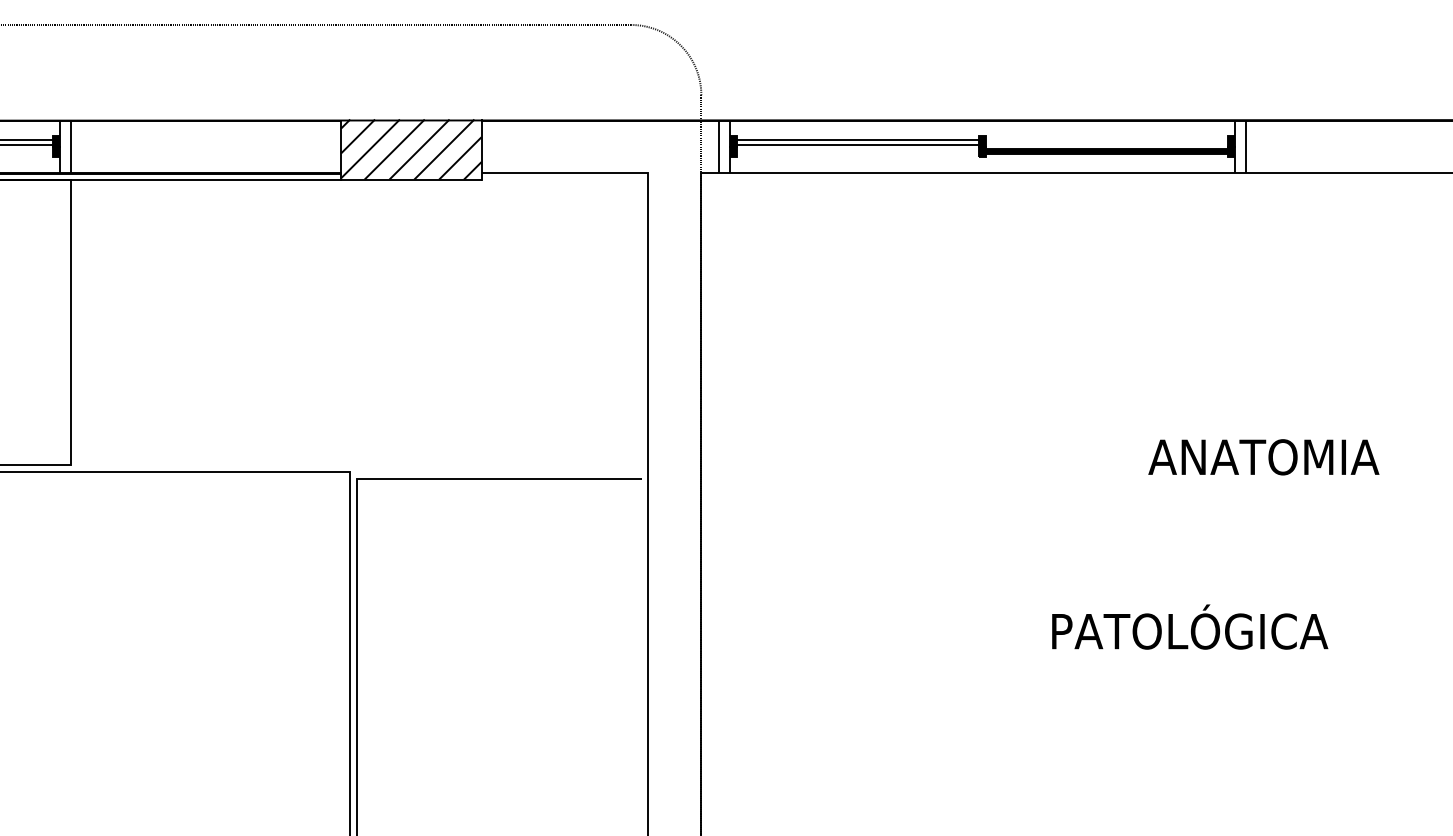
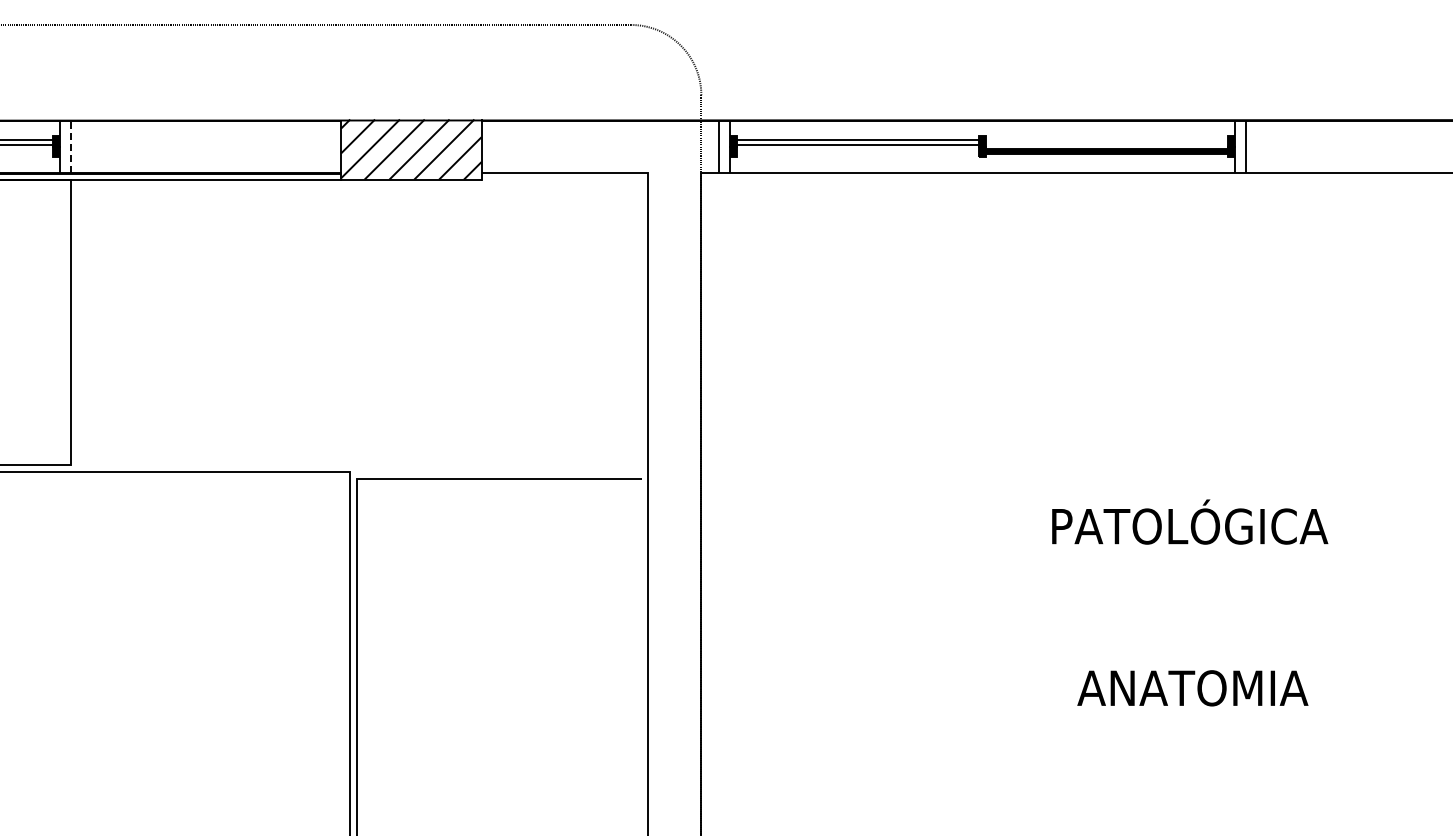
line at (70, 146): solid -> dashed
text at (1263, 457) position: (1263, 457) -> (1192, 688)
text at (1190, 626) position: (1190, 626) -> (1190, 521)
